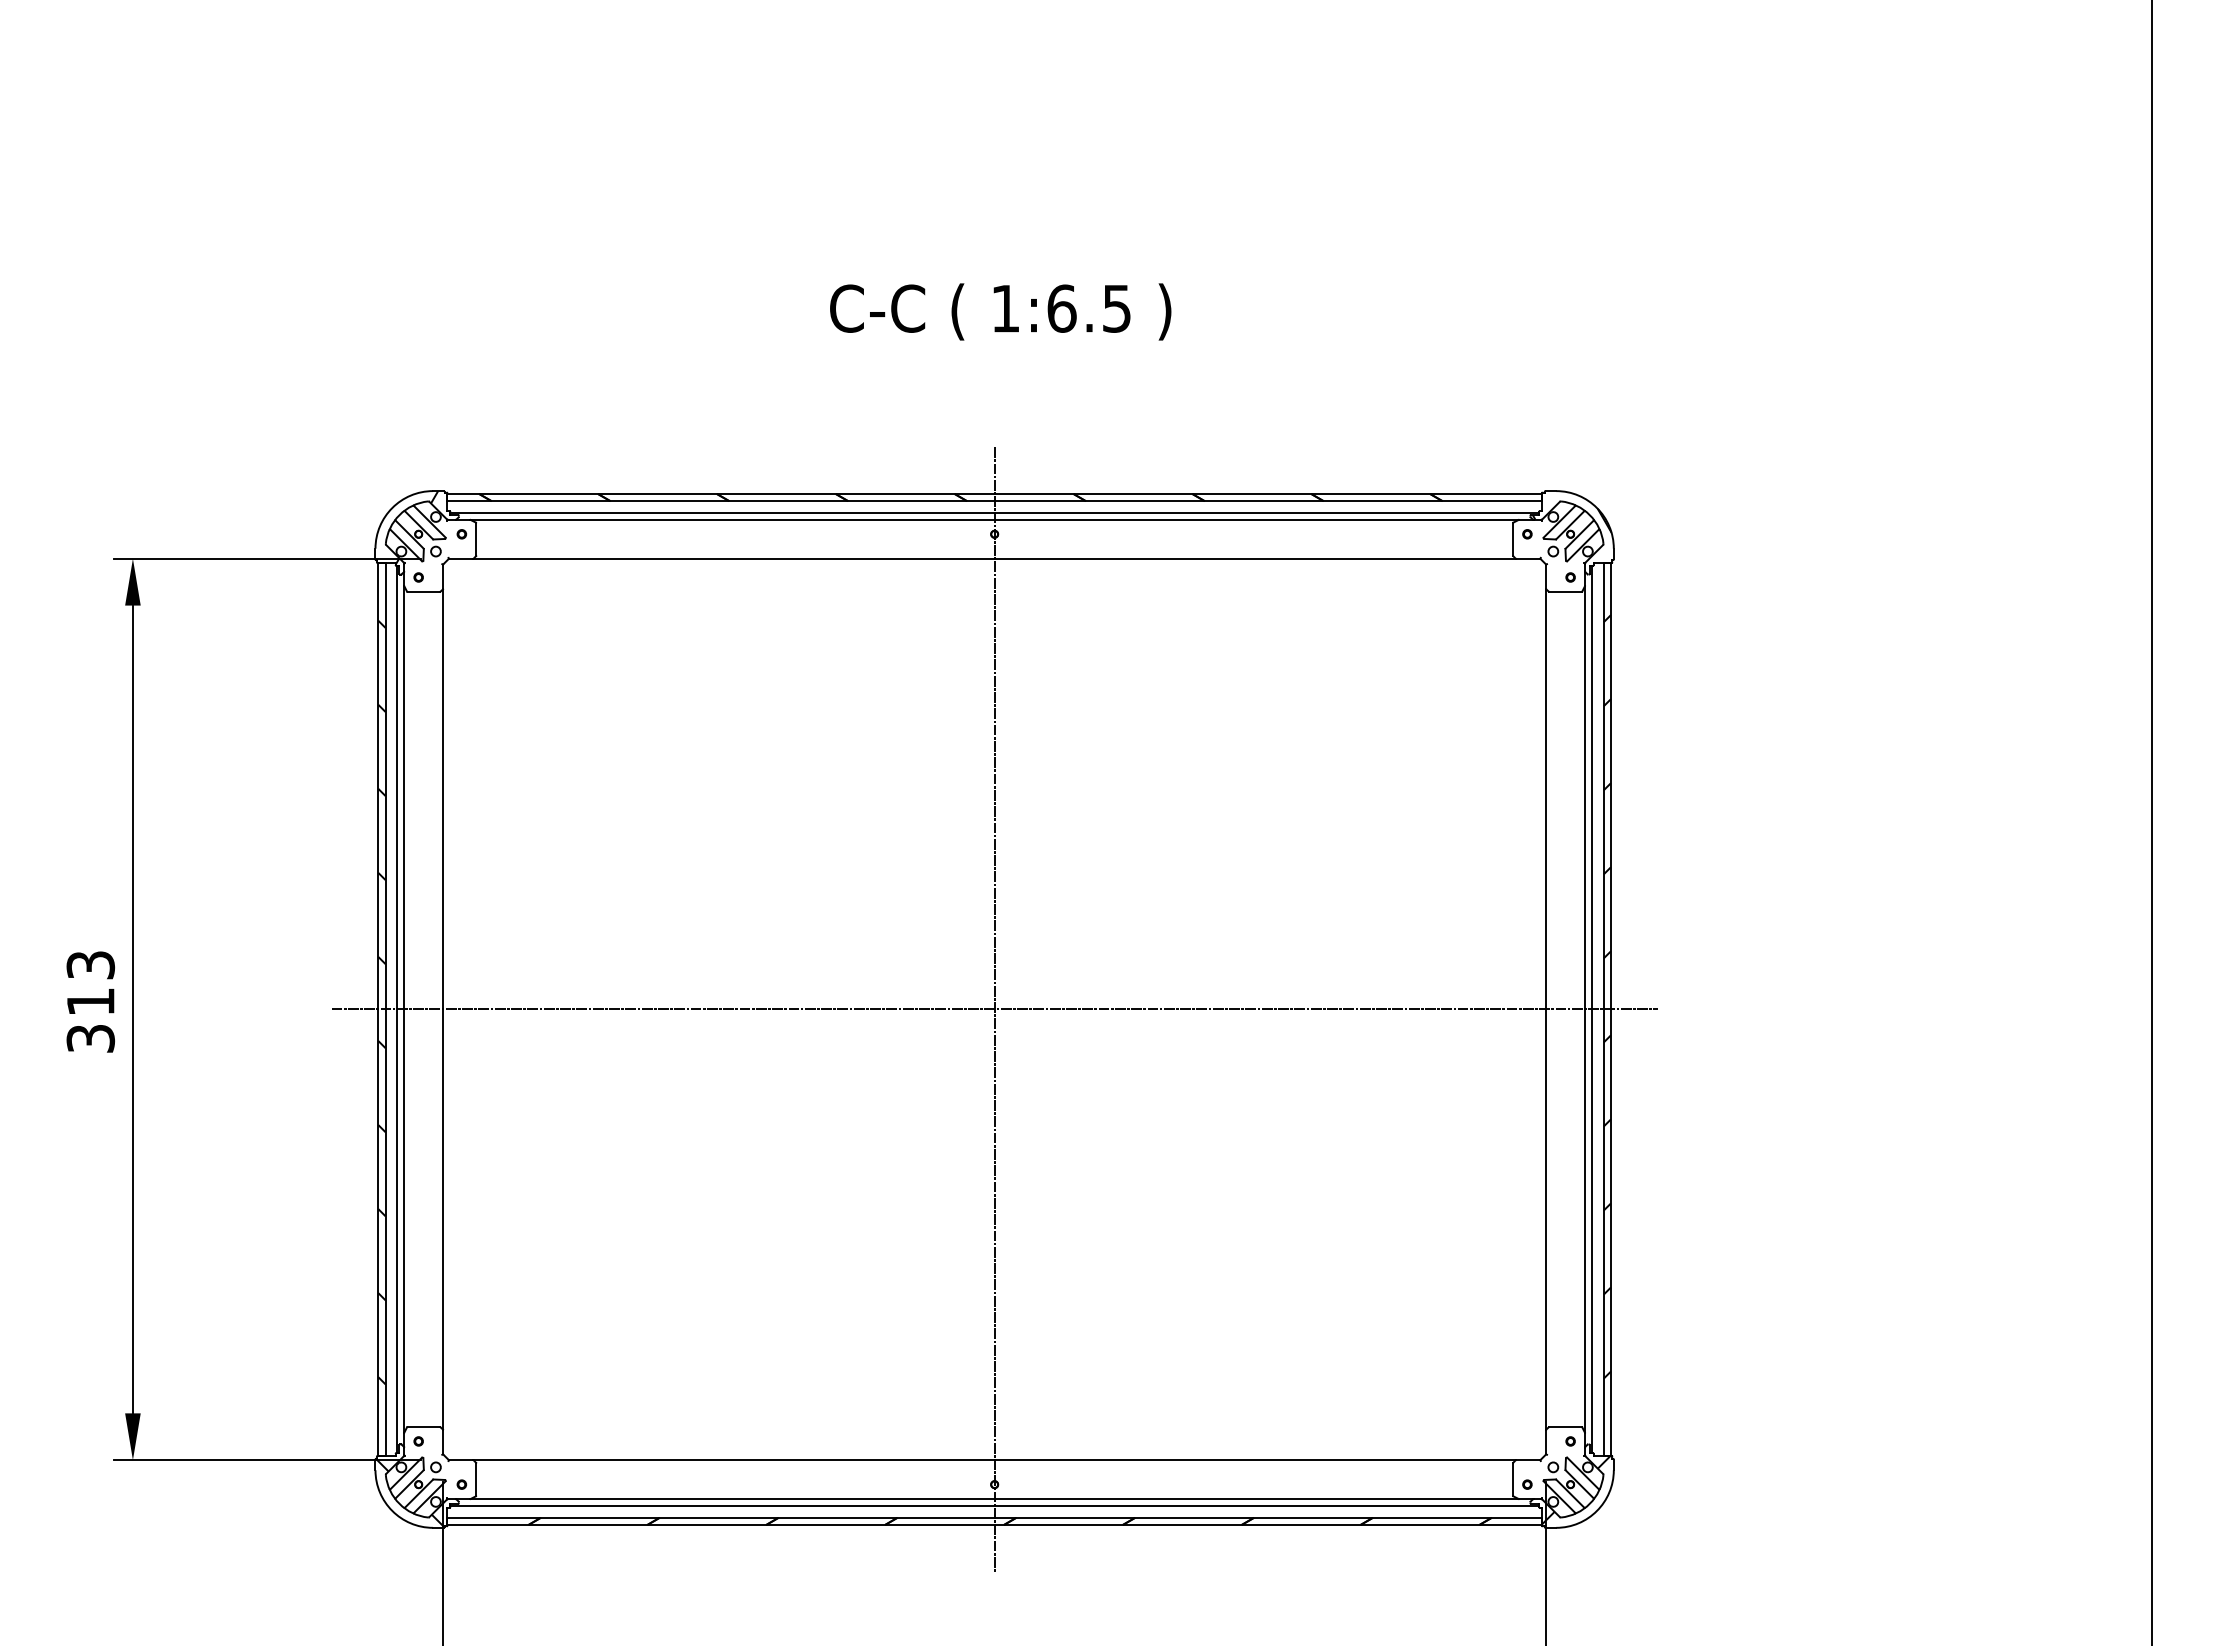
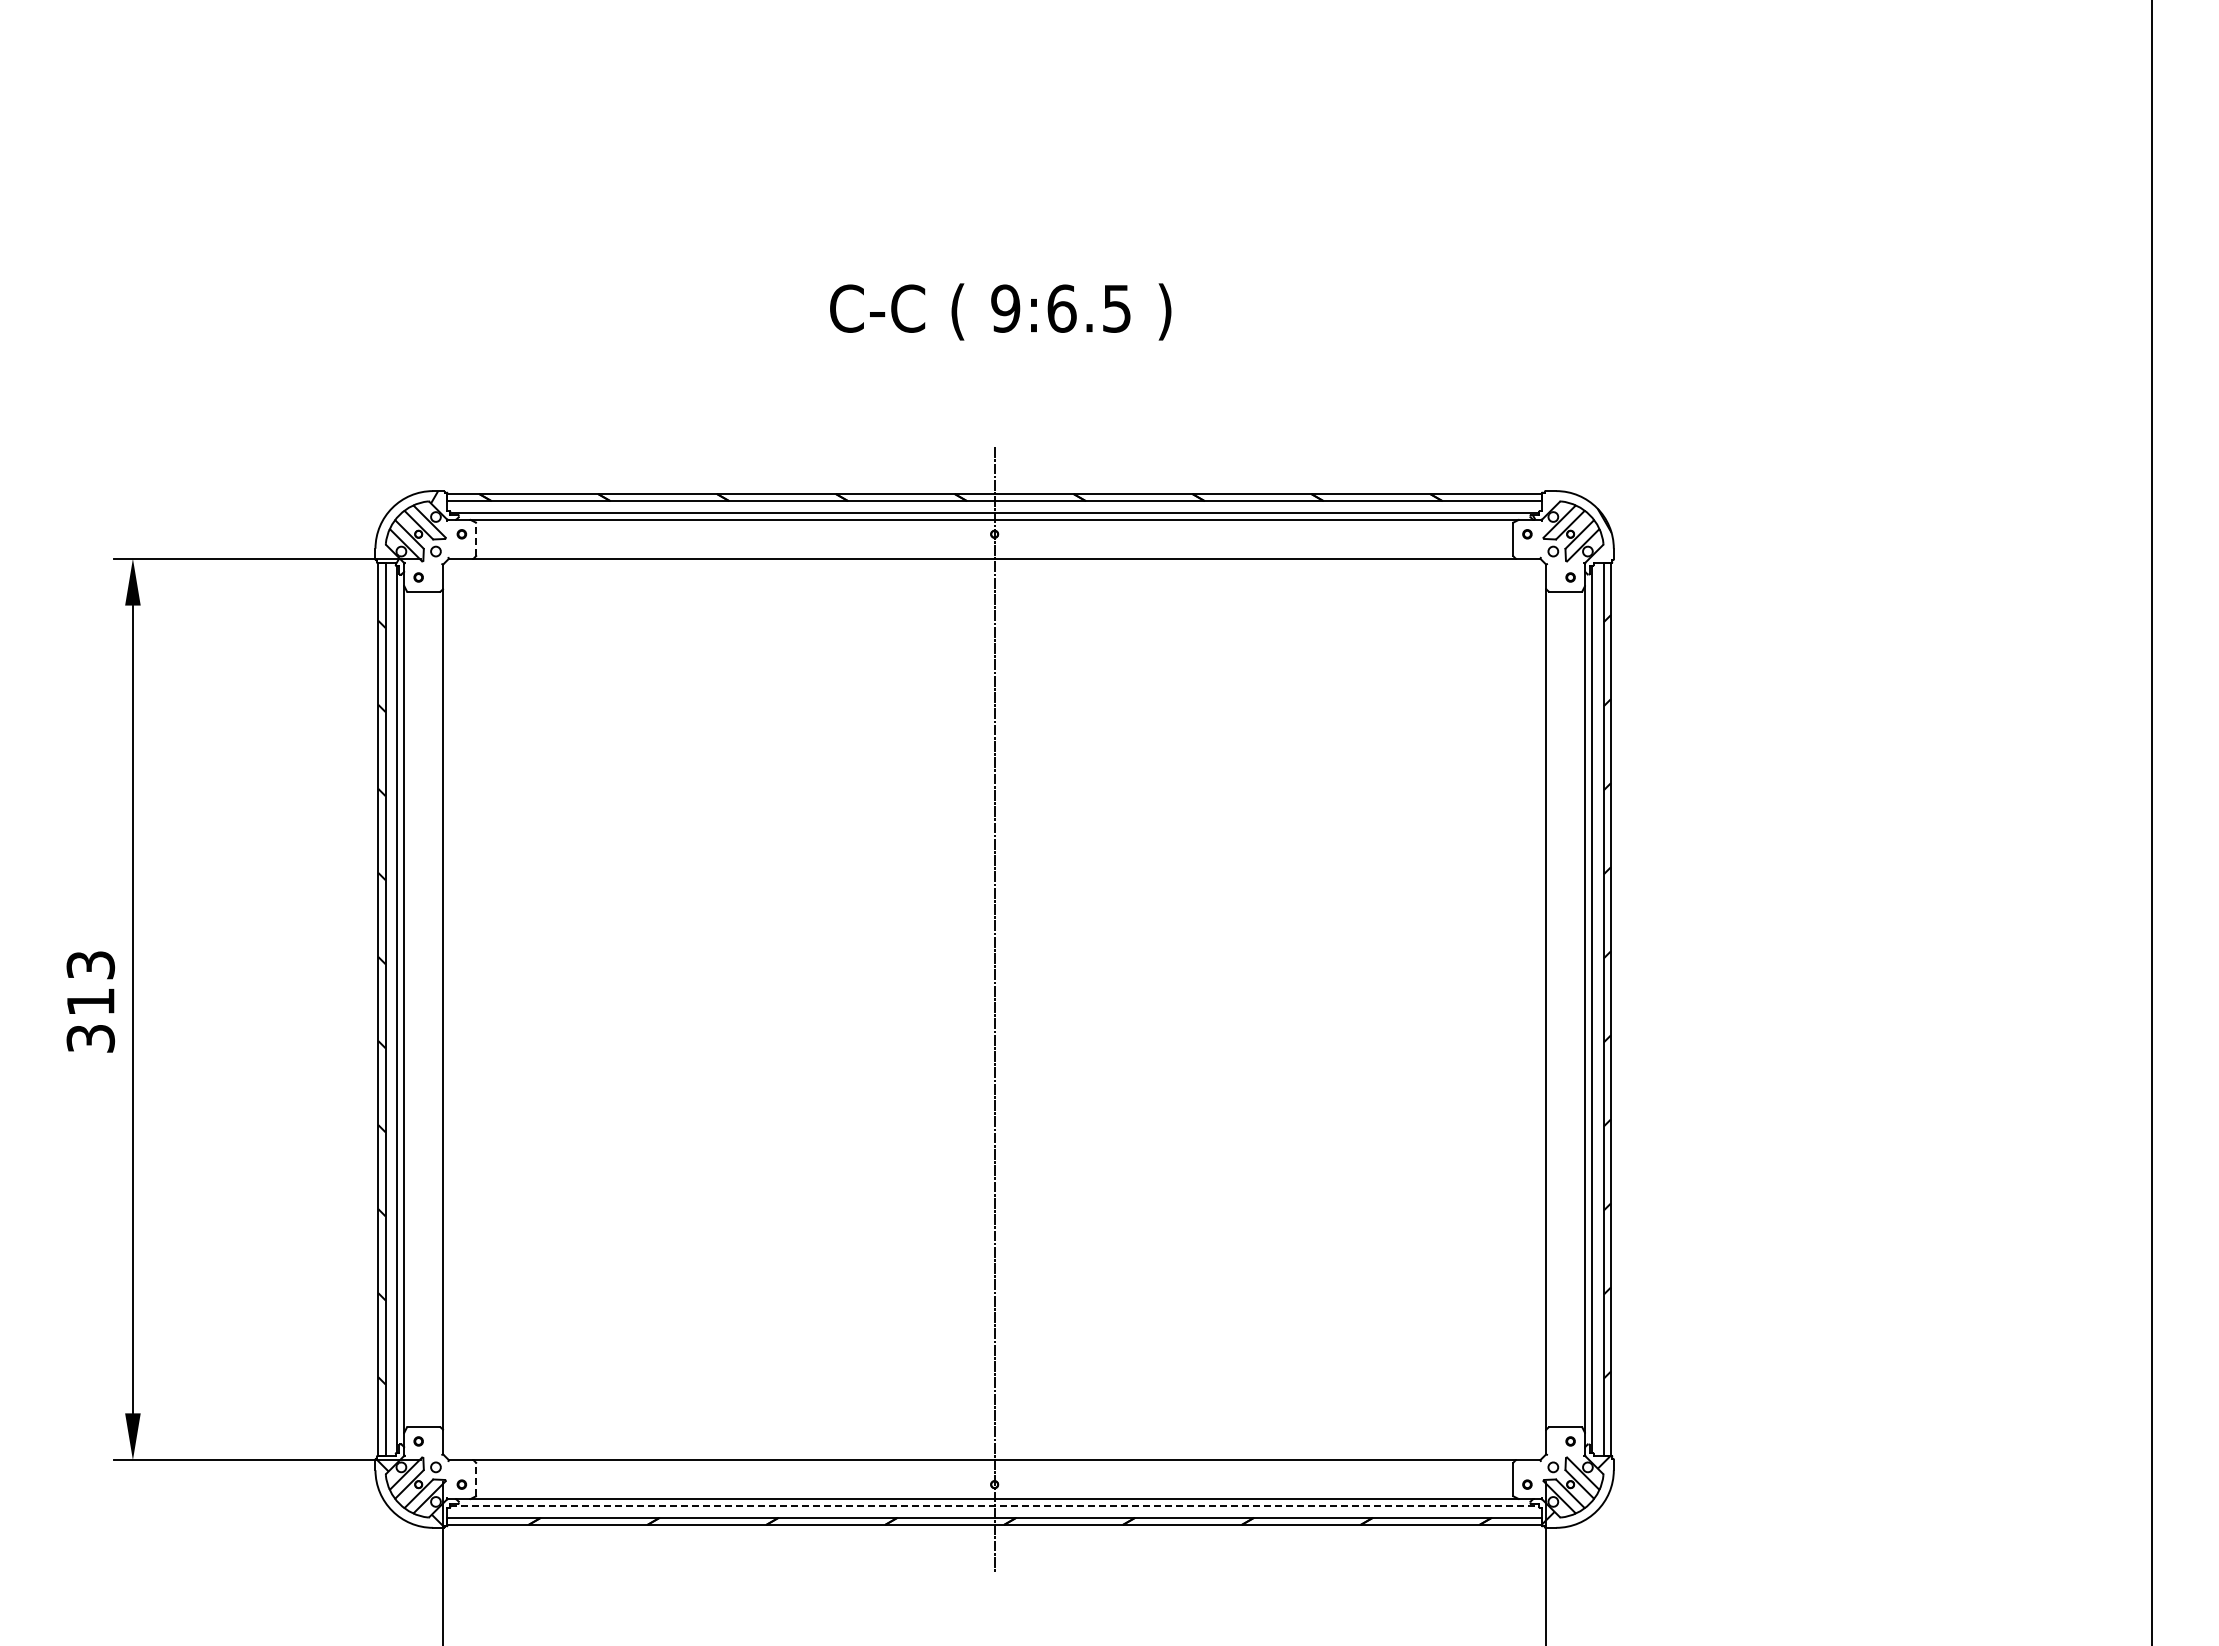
text at (1005, 308): 1:6.5 -> 9:6.5
line at (476, 538): solid -> dashed
line at (994, 1009): present -> none
line at (476, 1479): solid -> dashed
line at (995, 1506): solid -> dashed
